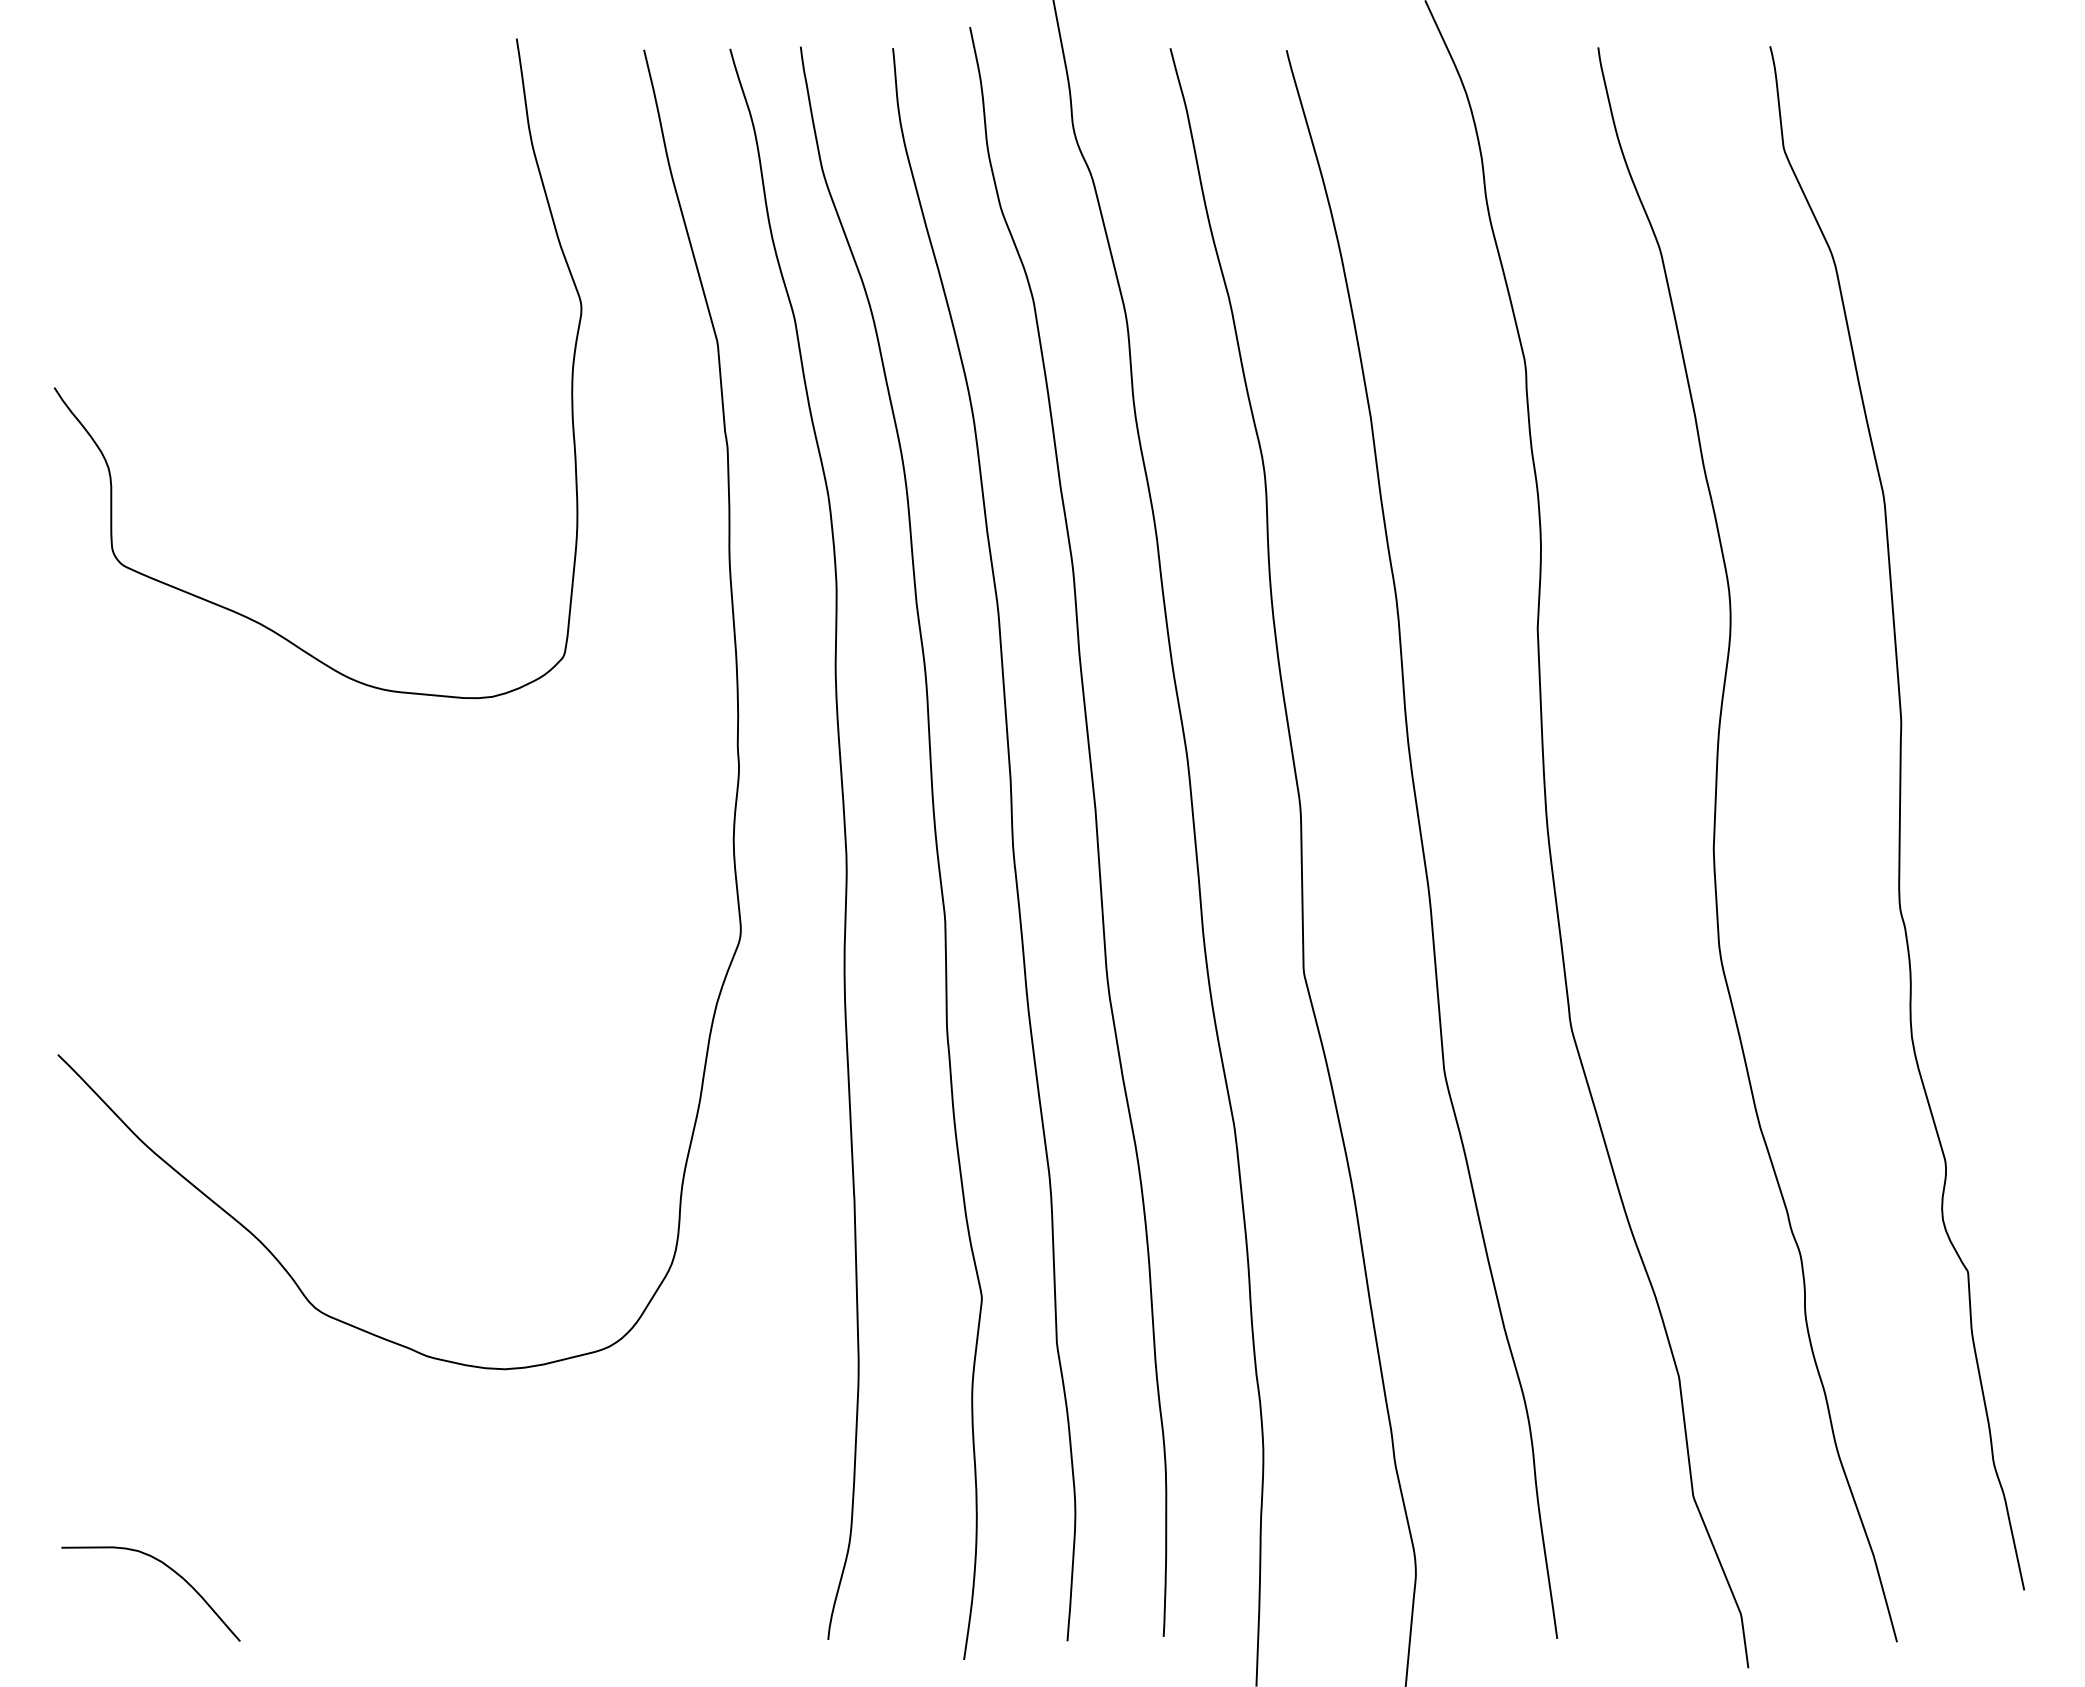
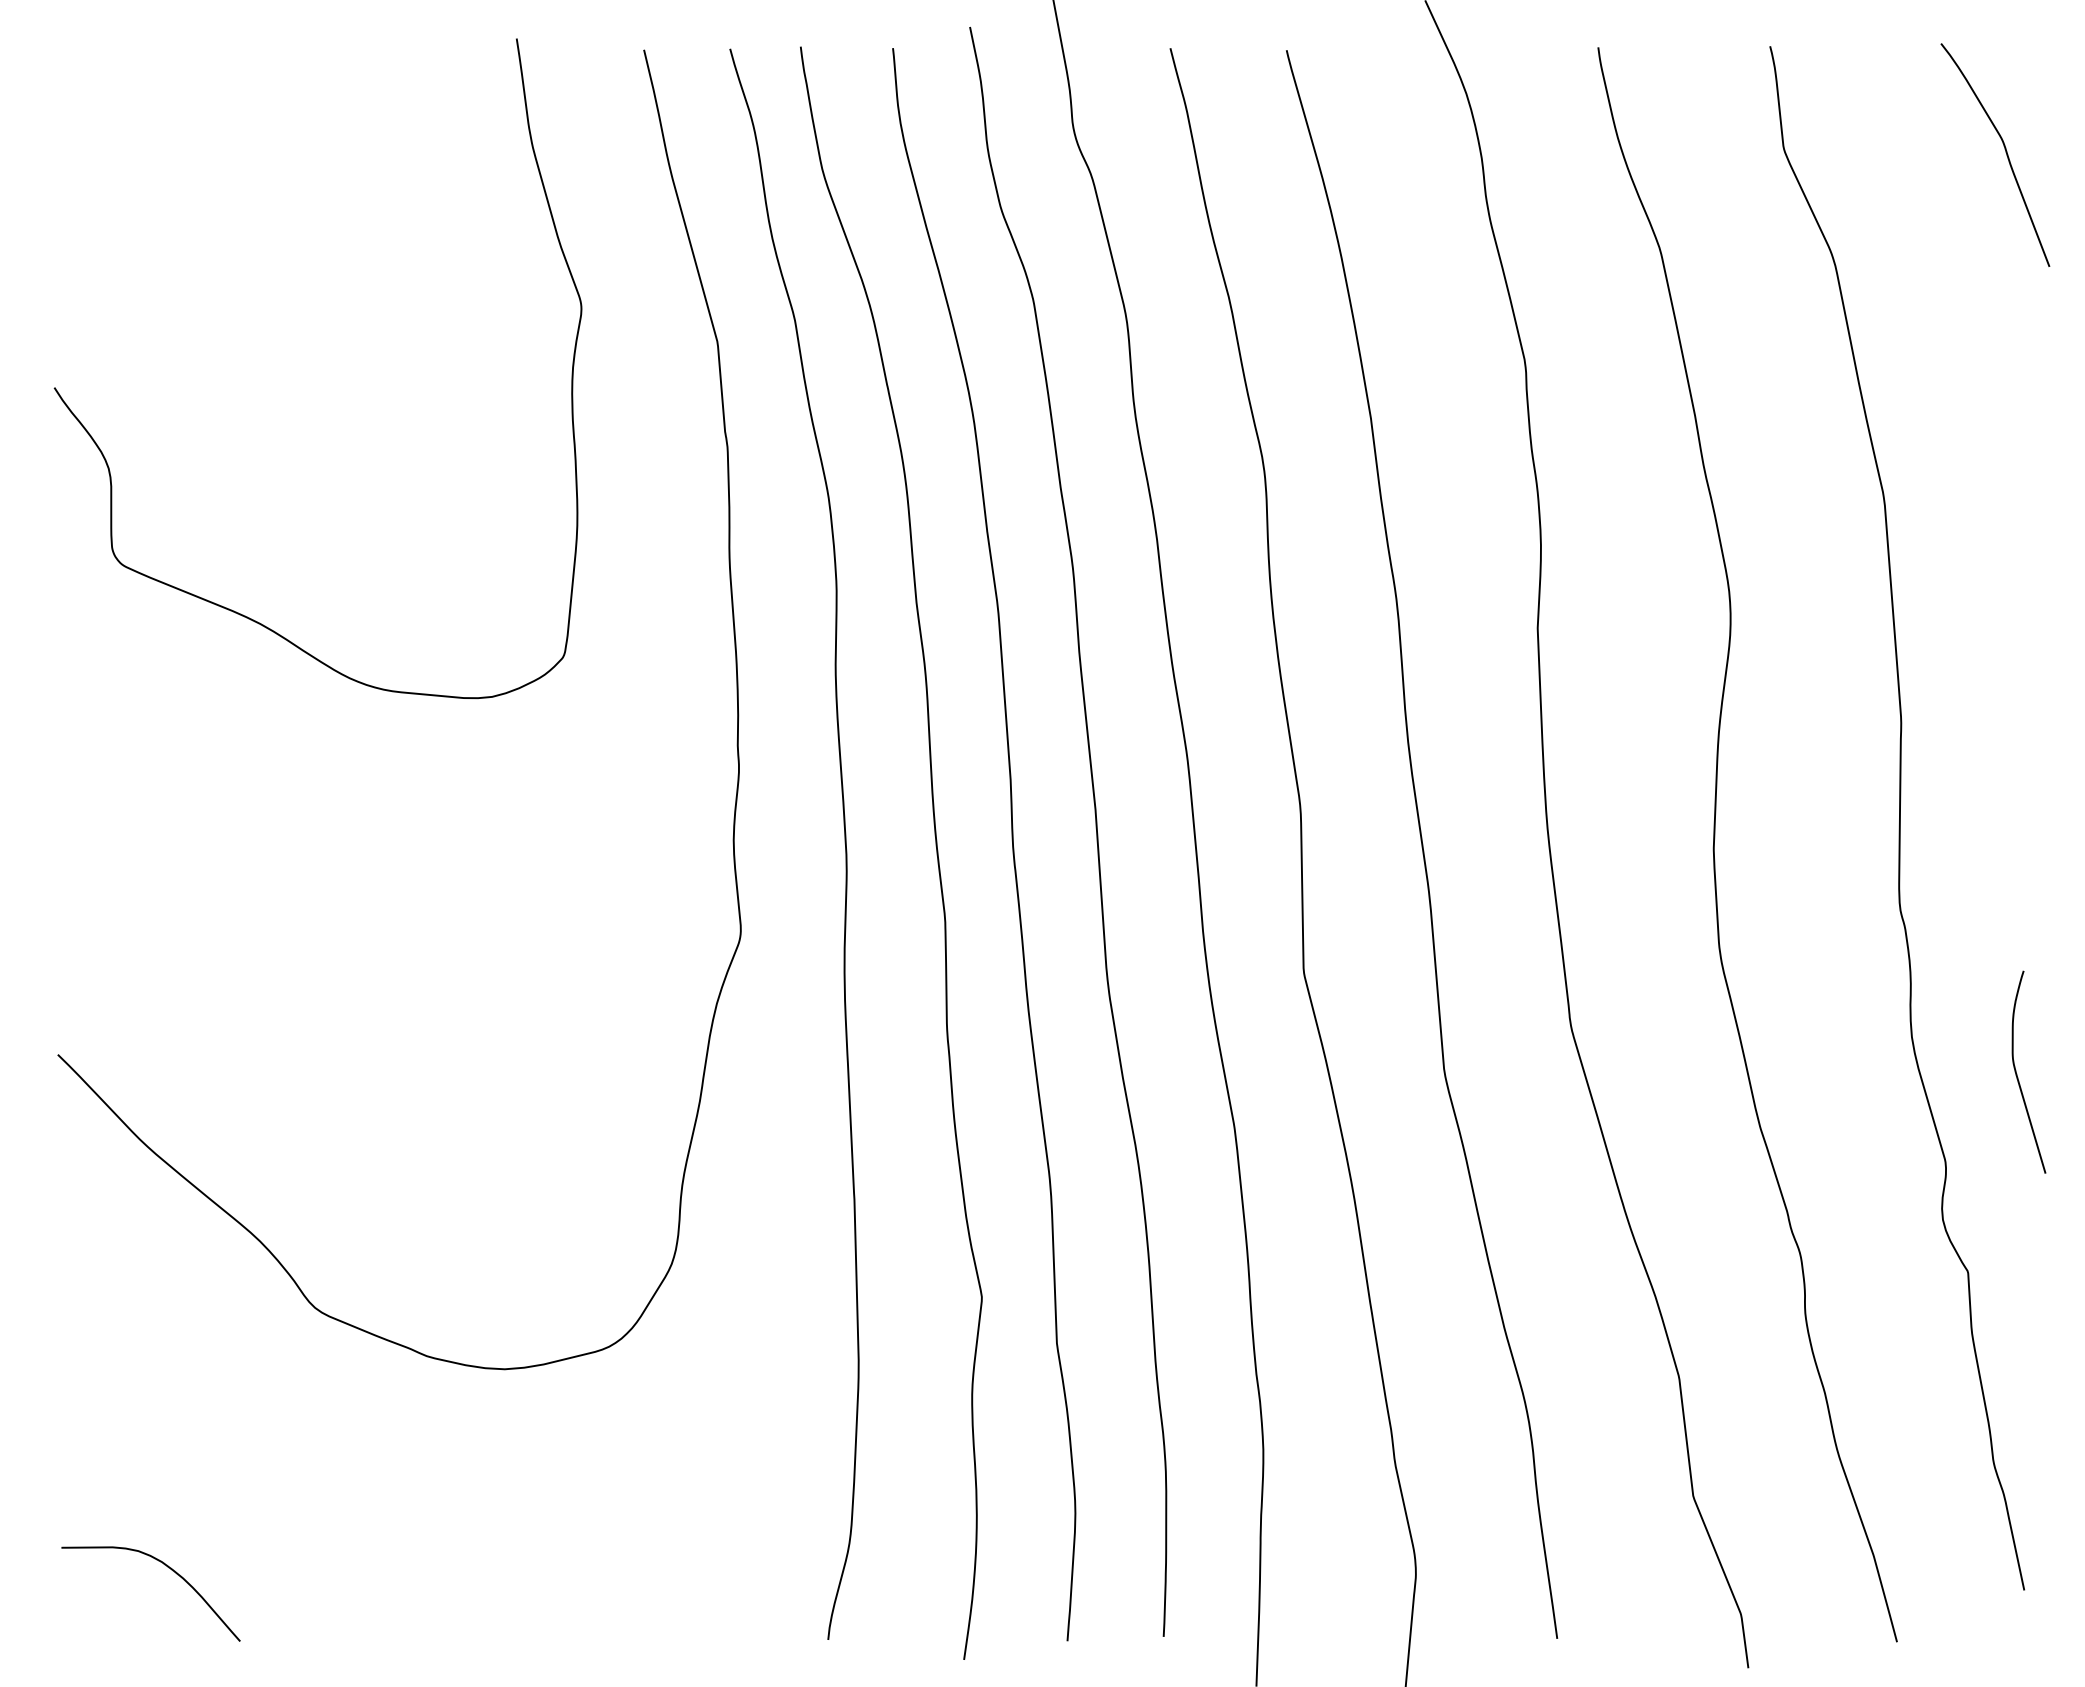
curve at (2005, 152): none -> present
curve at (2017, 1074): none -> present
